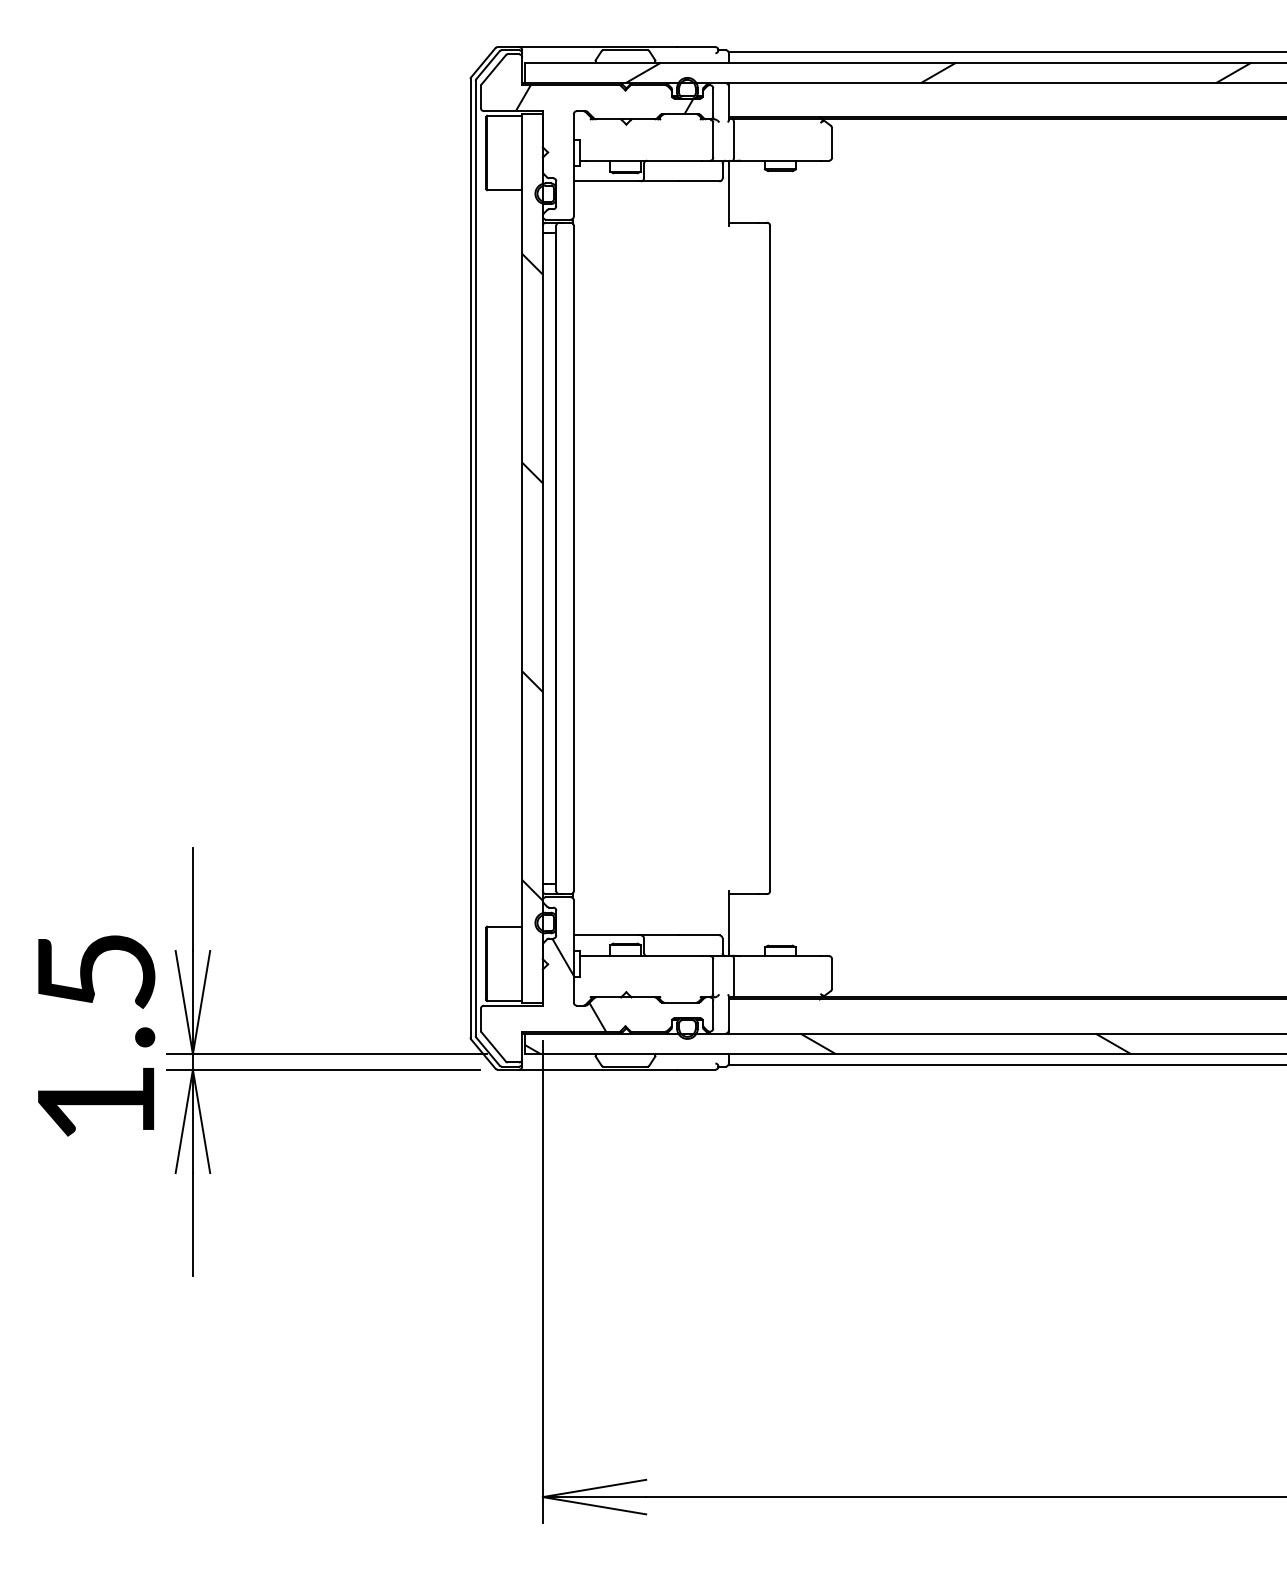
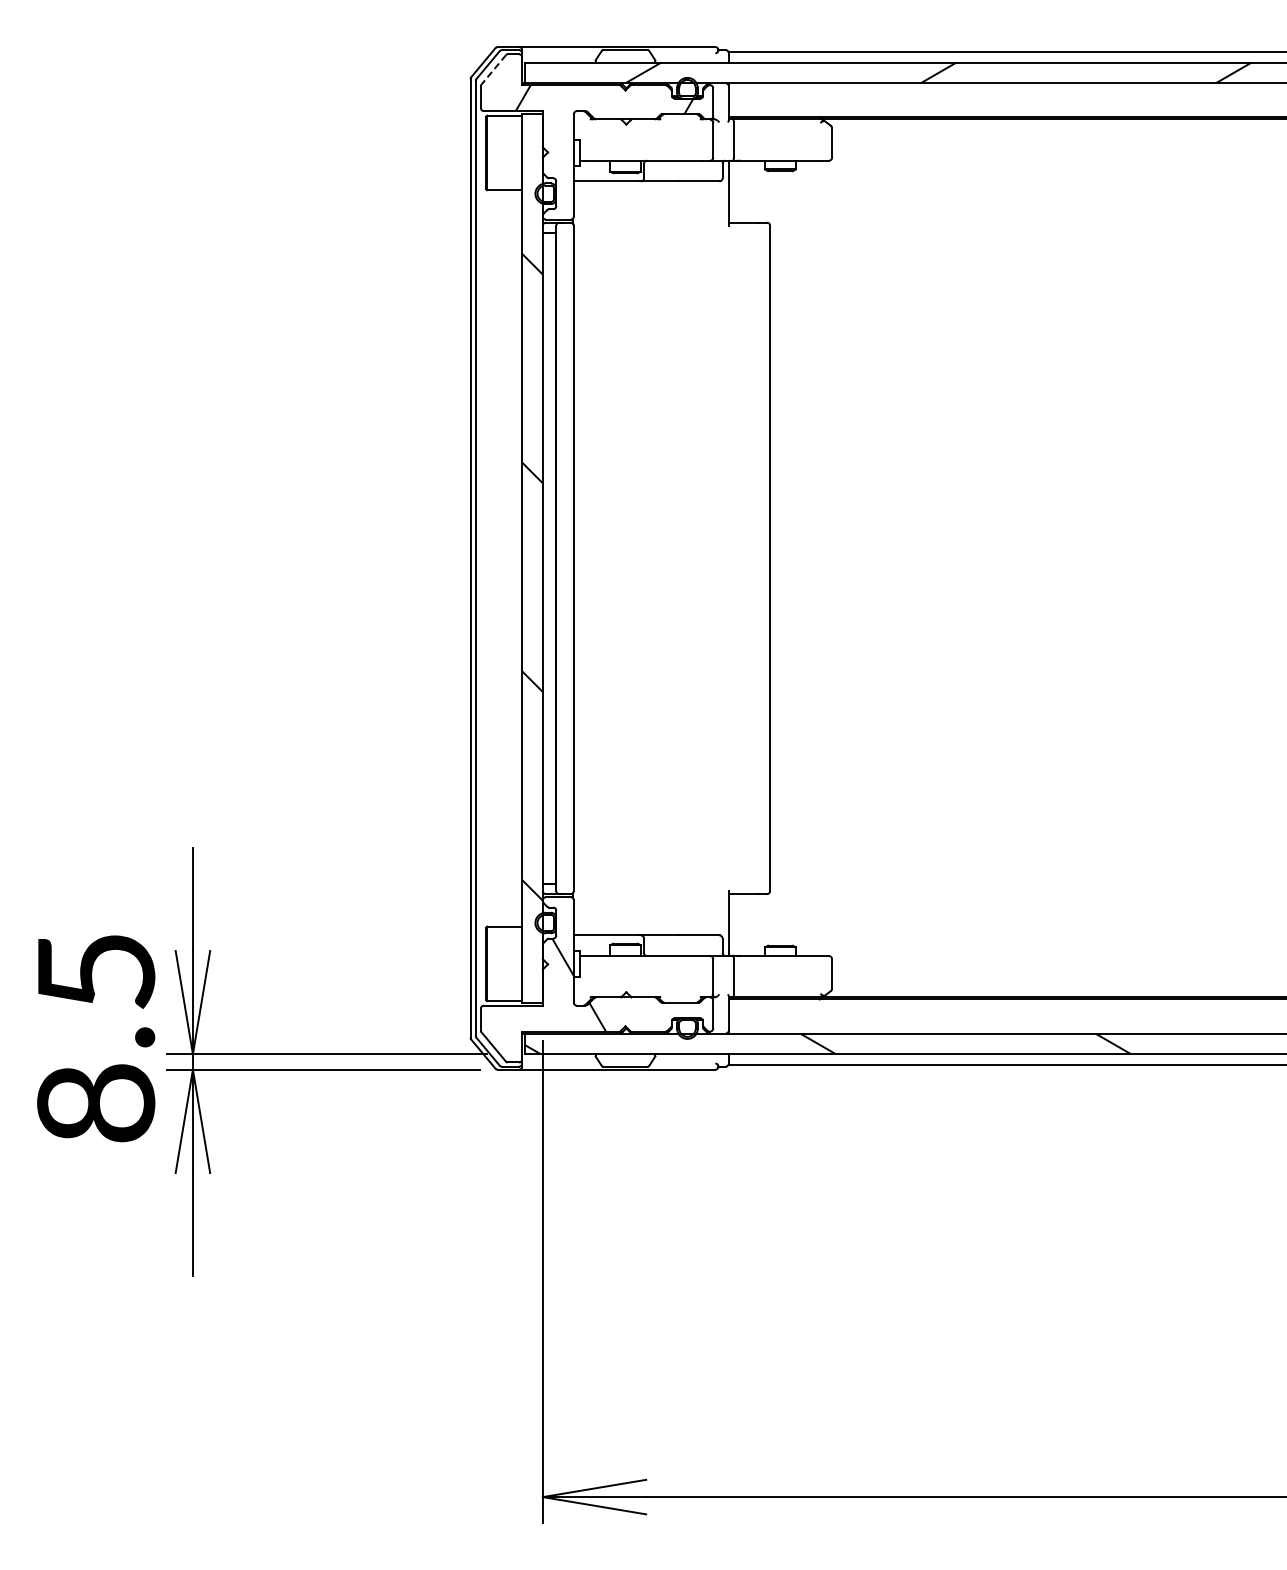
line at (493, 70): solid -> dashed
text at (96, 1103): 1.5 -> 8.5
